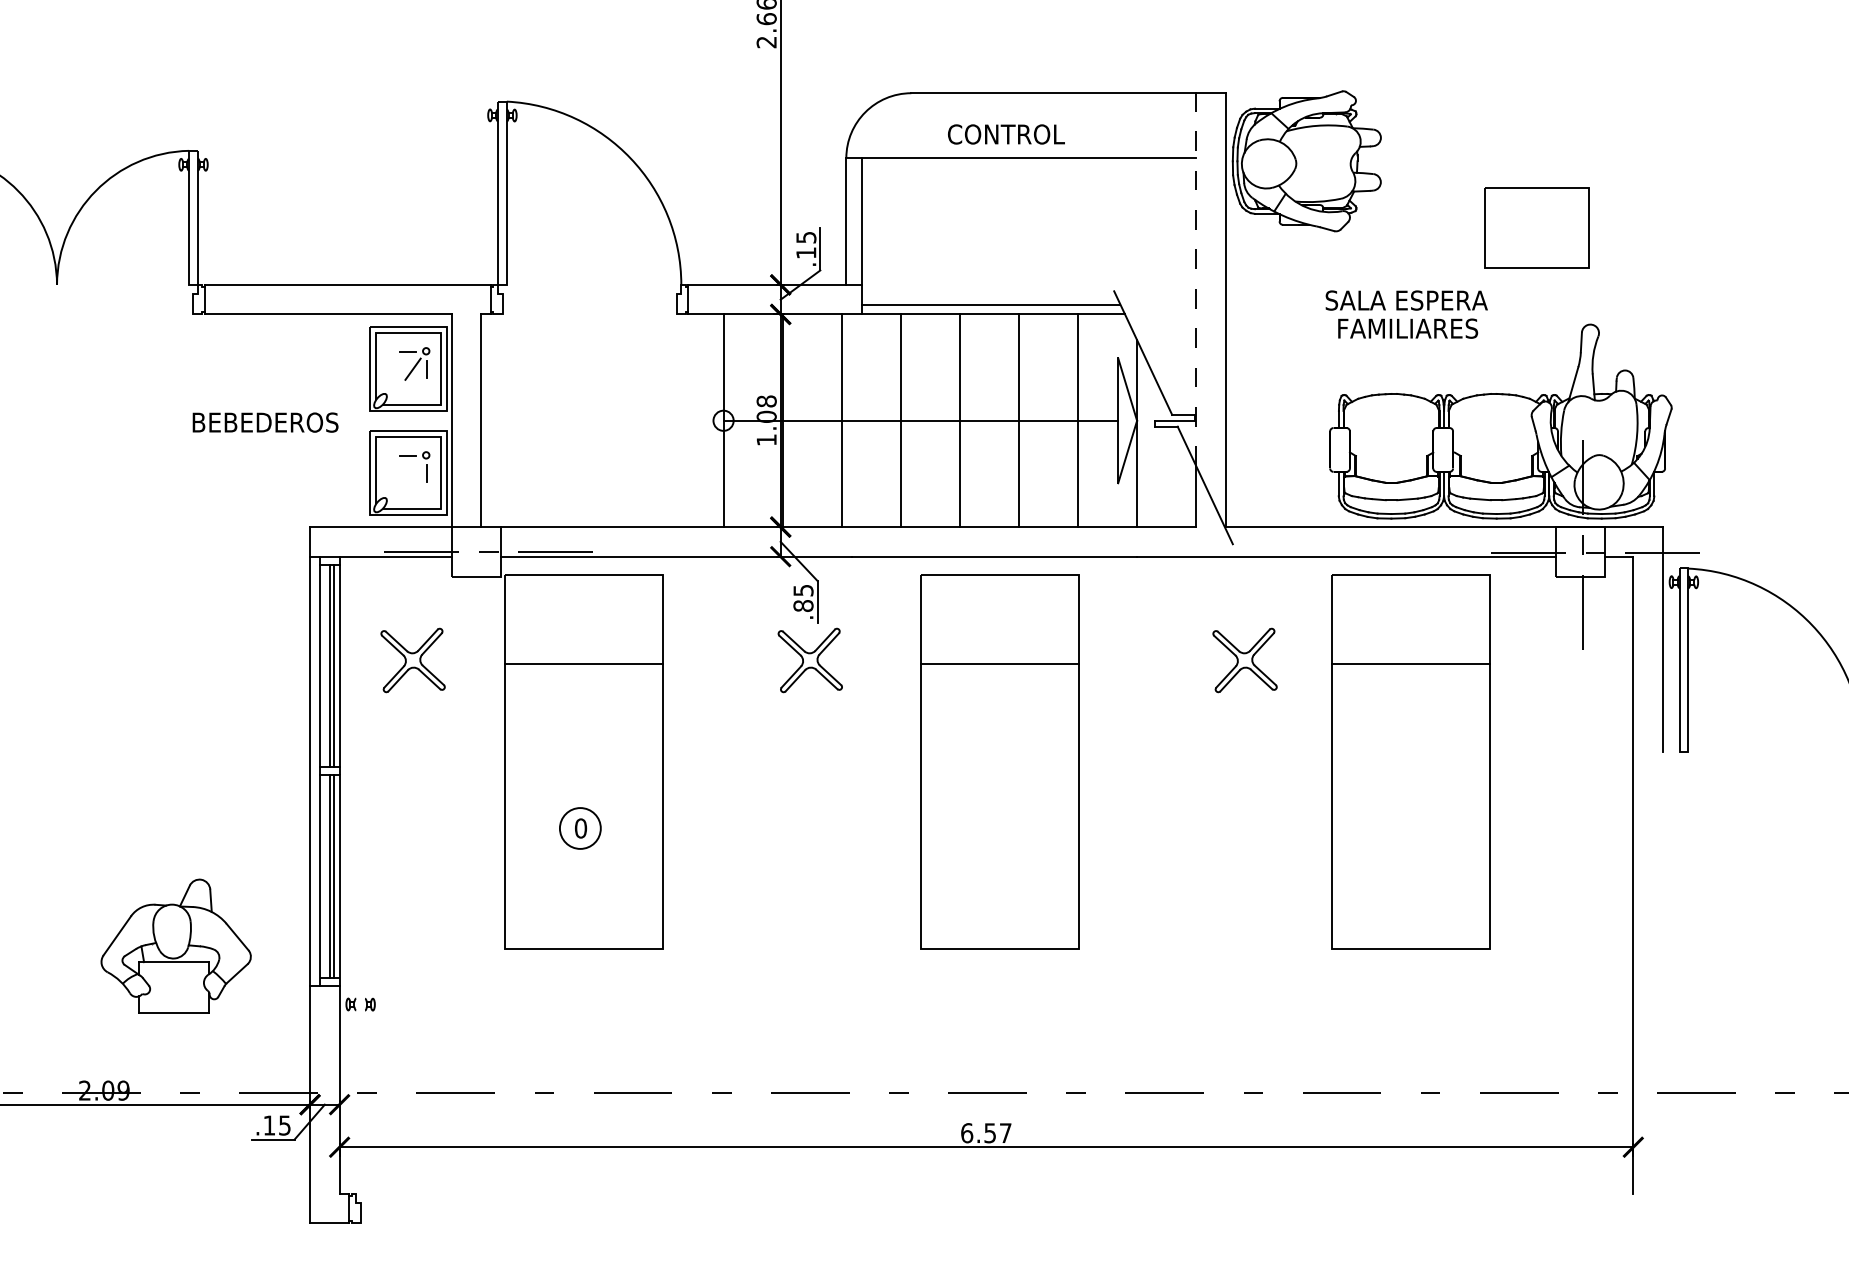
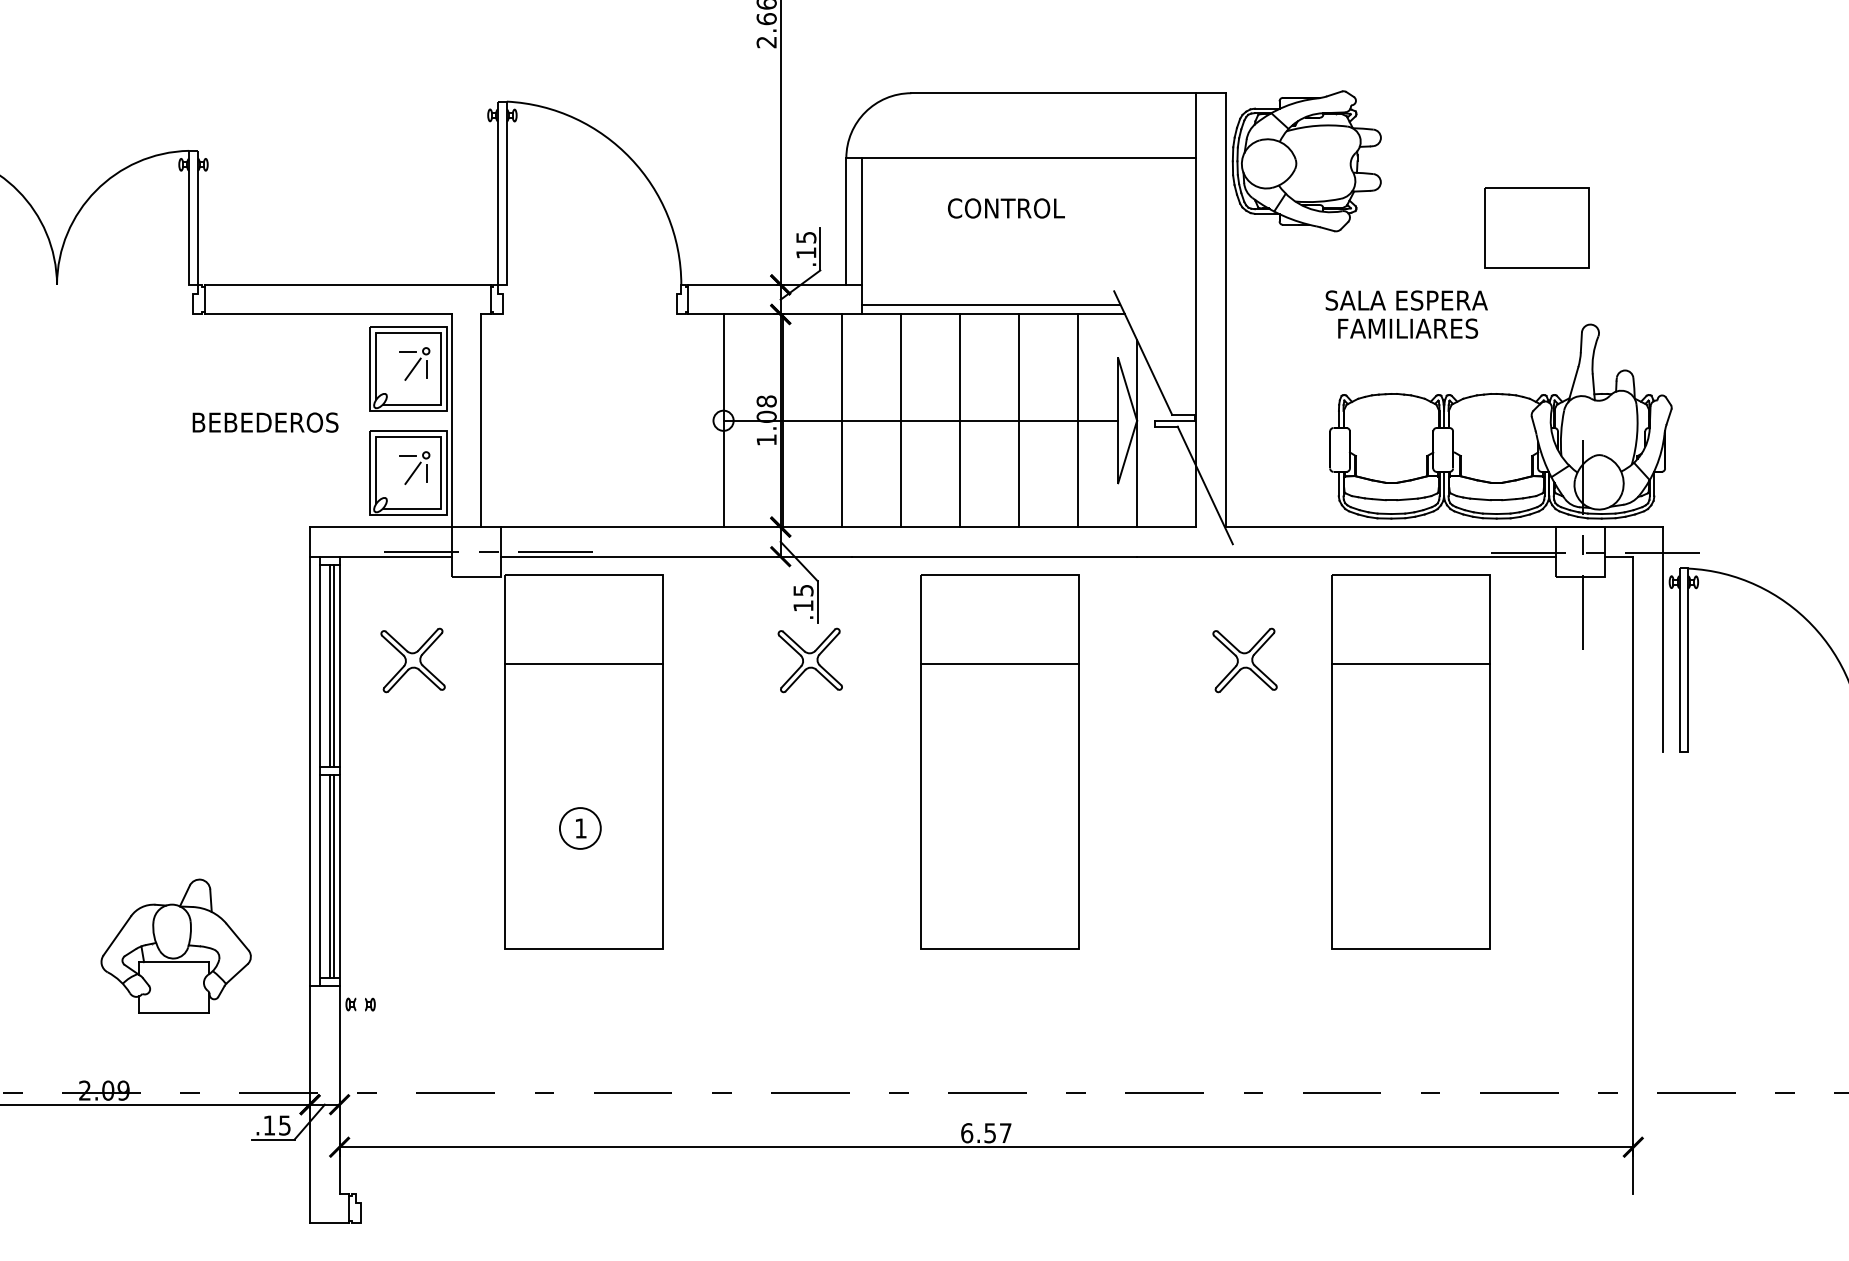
text at (1006, 134) position: (1006, 134) -> (1006, 208)
line at (1196, 279): dashed -> solid
line at (412, 472): none -> present
text at (803, 605): .85 -> .15
text at (581, 828): 0 -> 1
